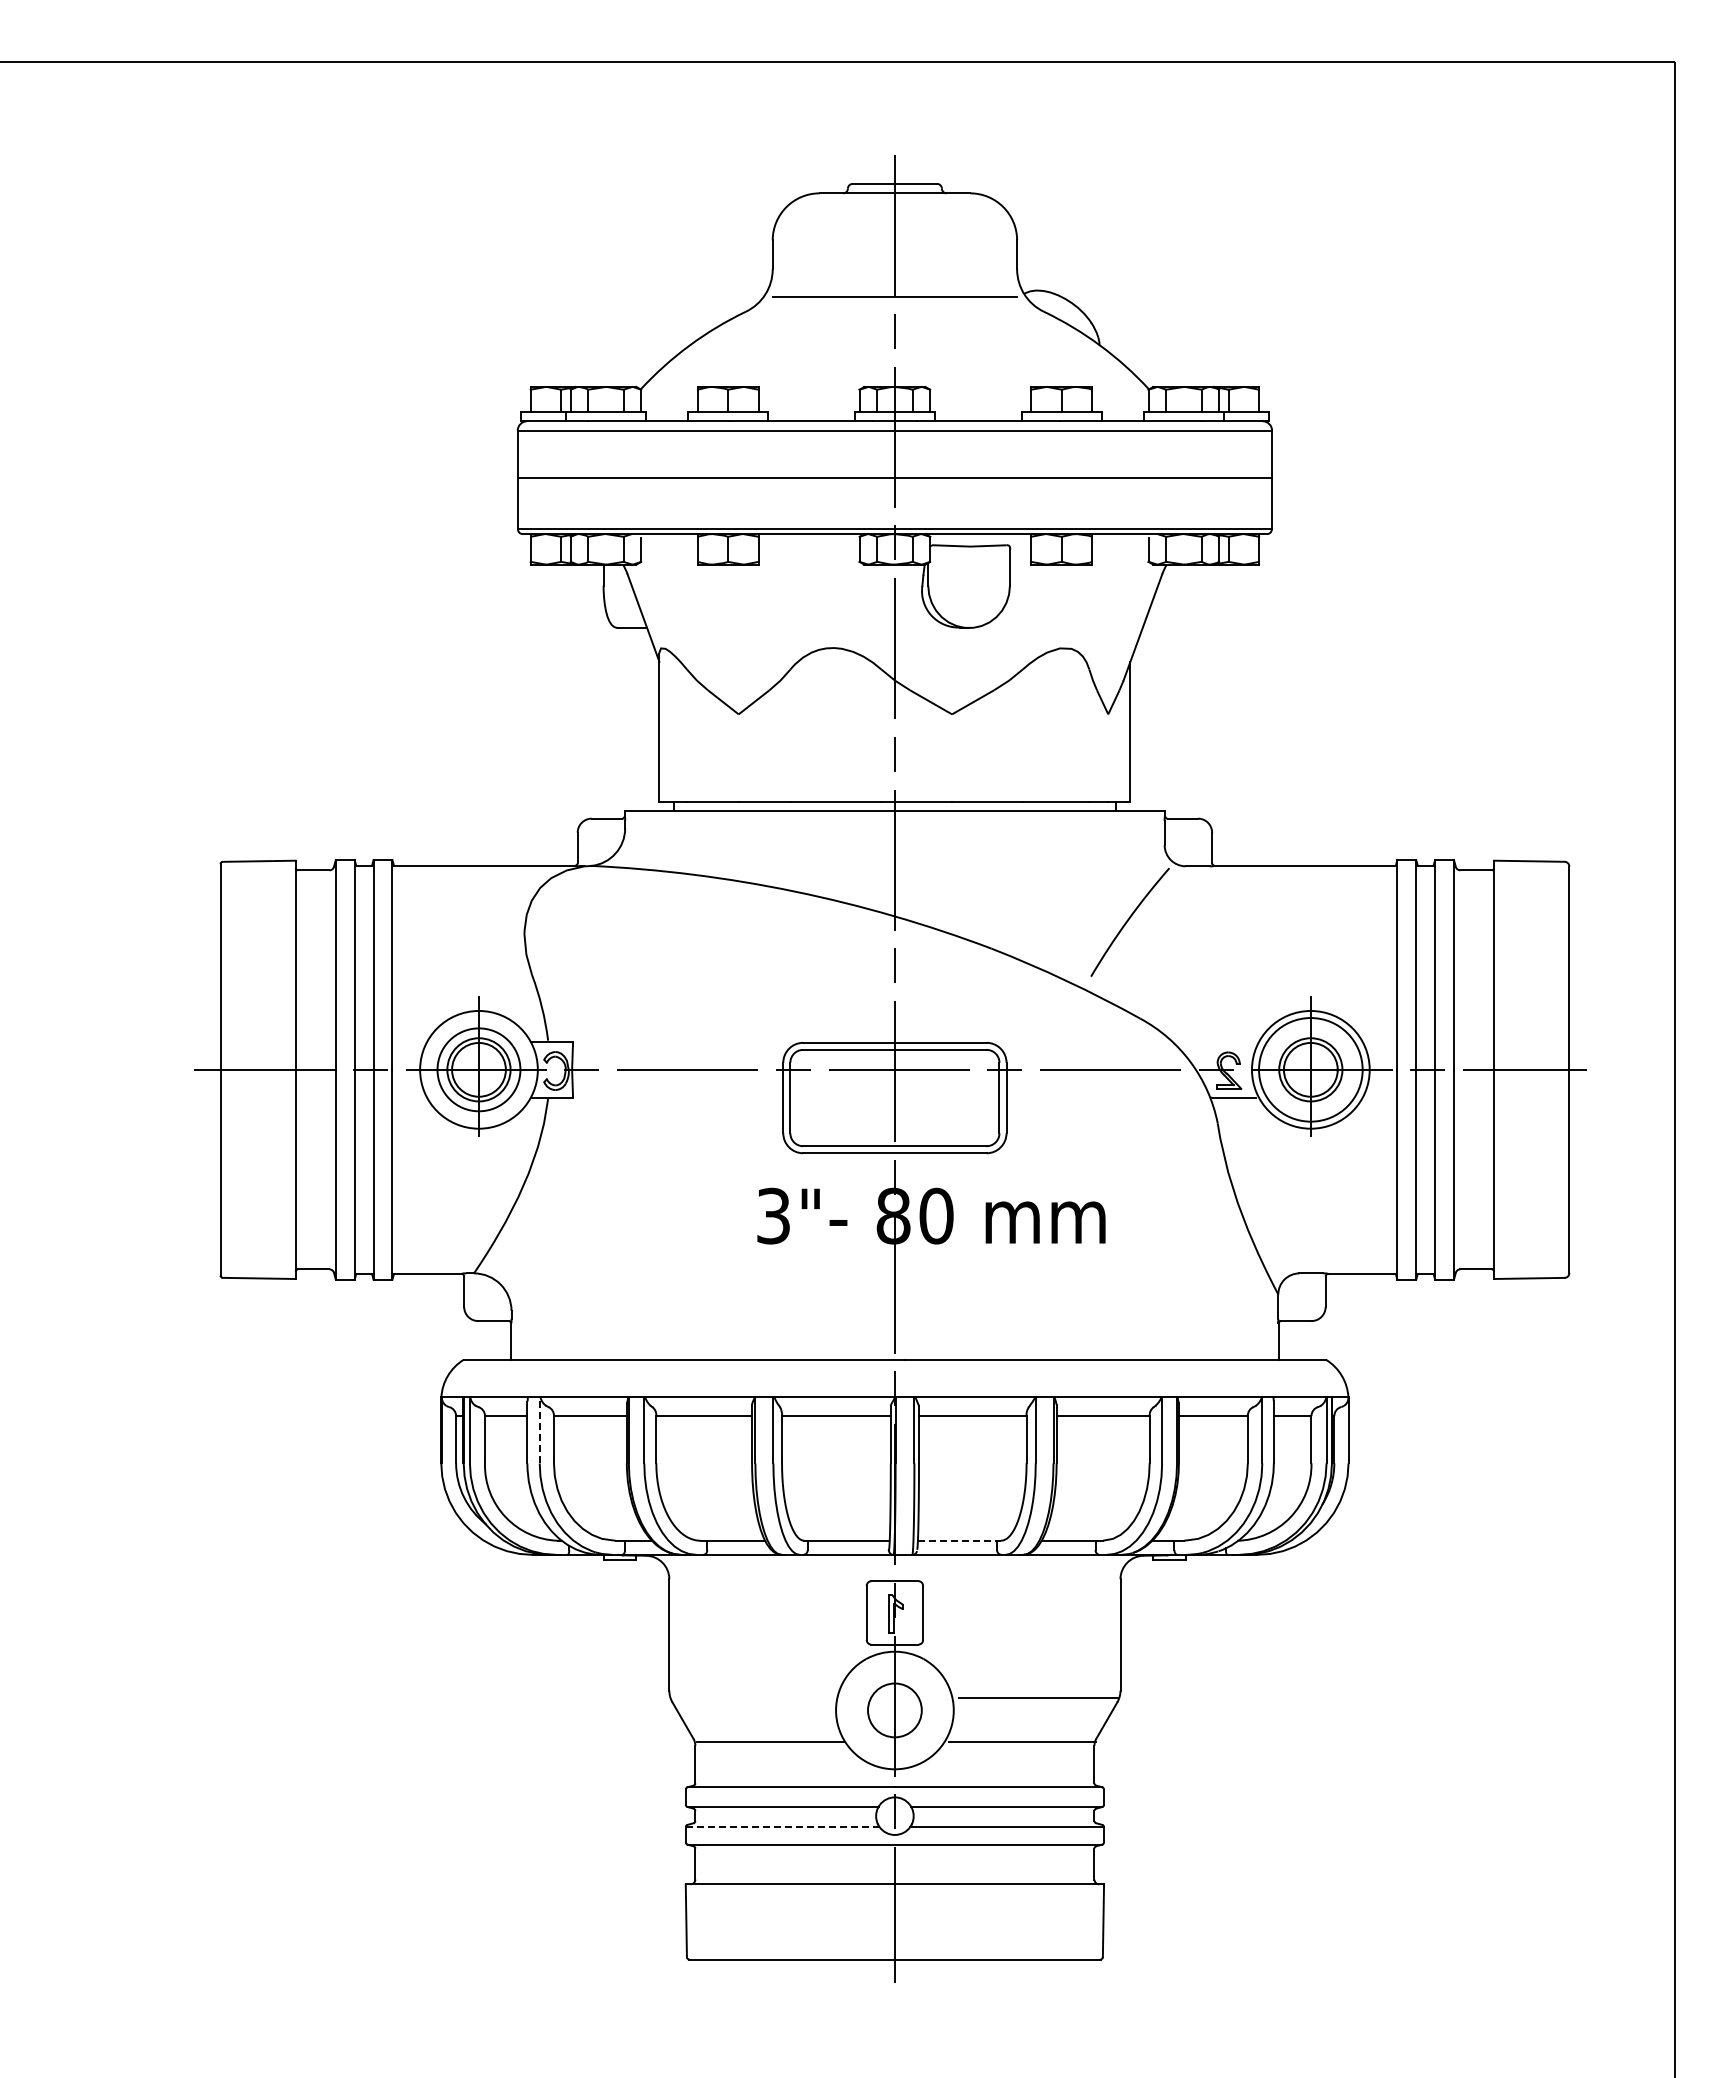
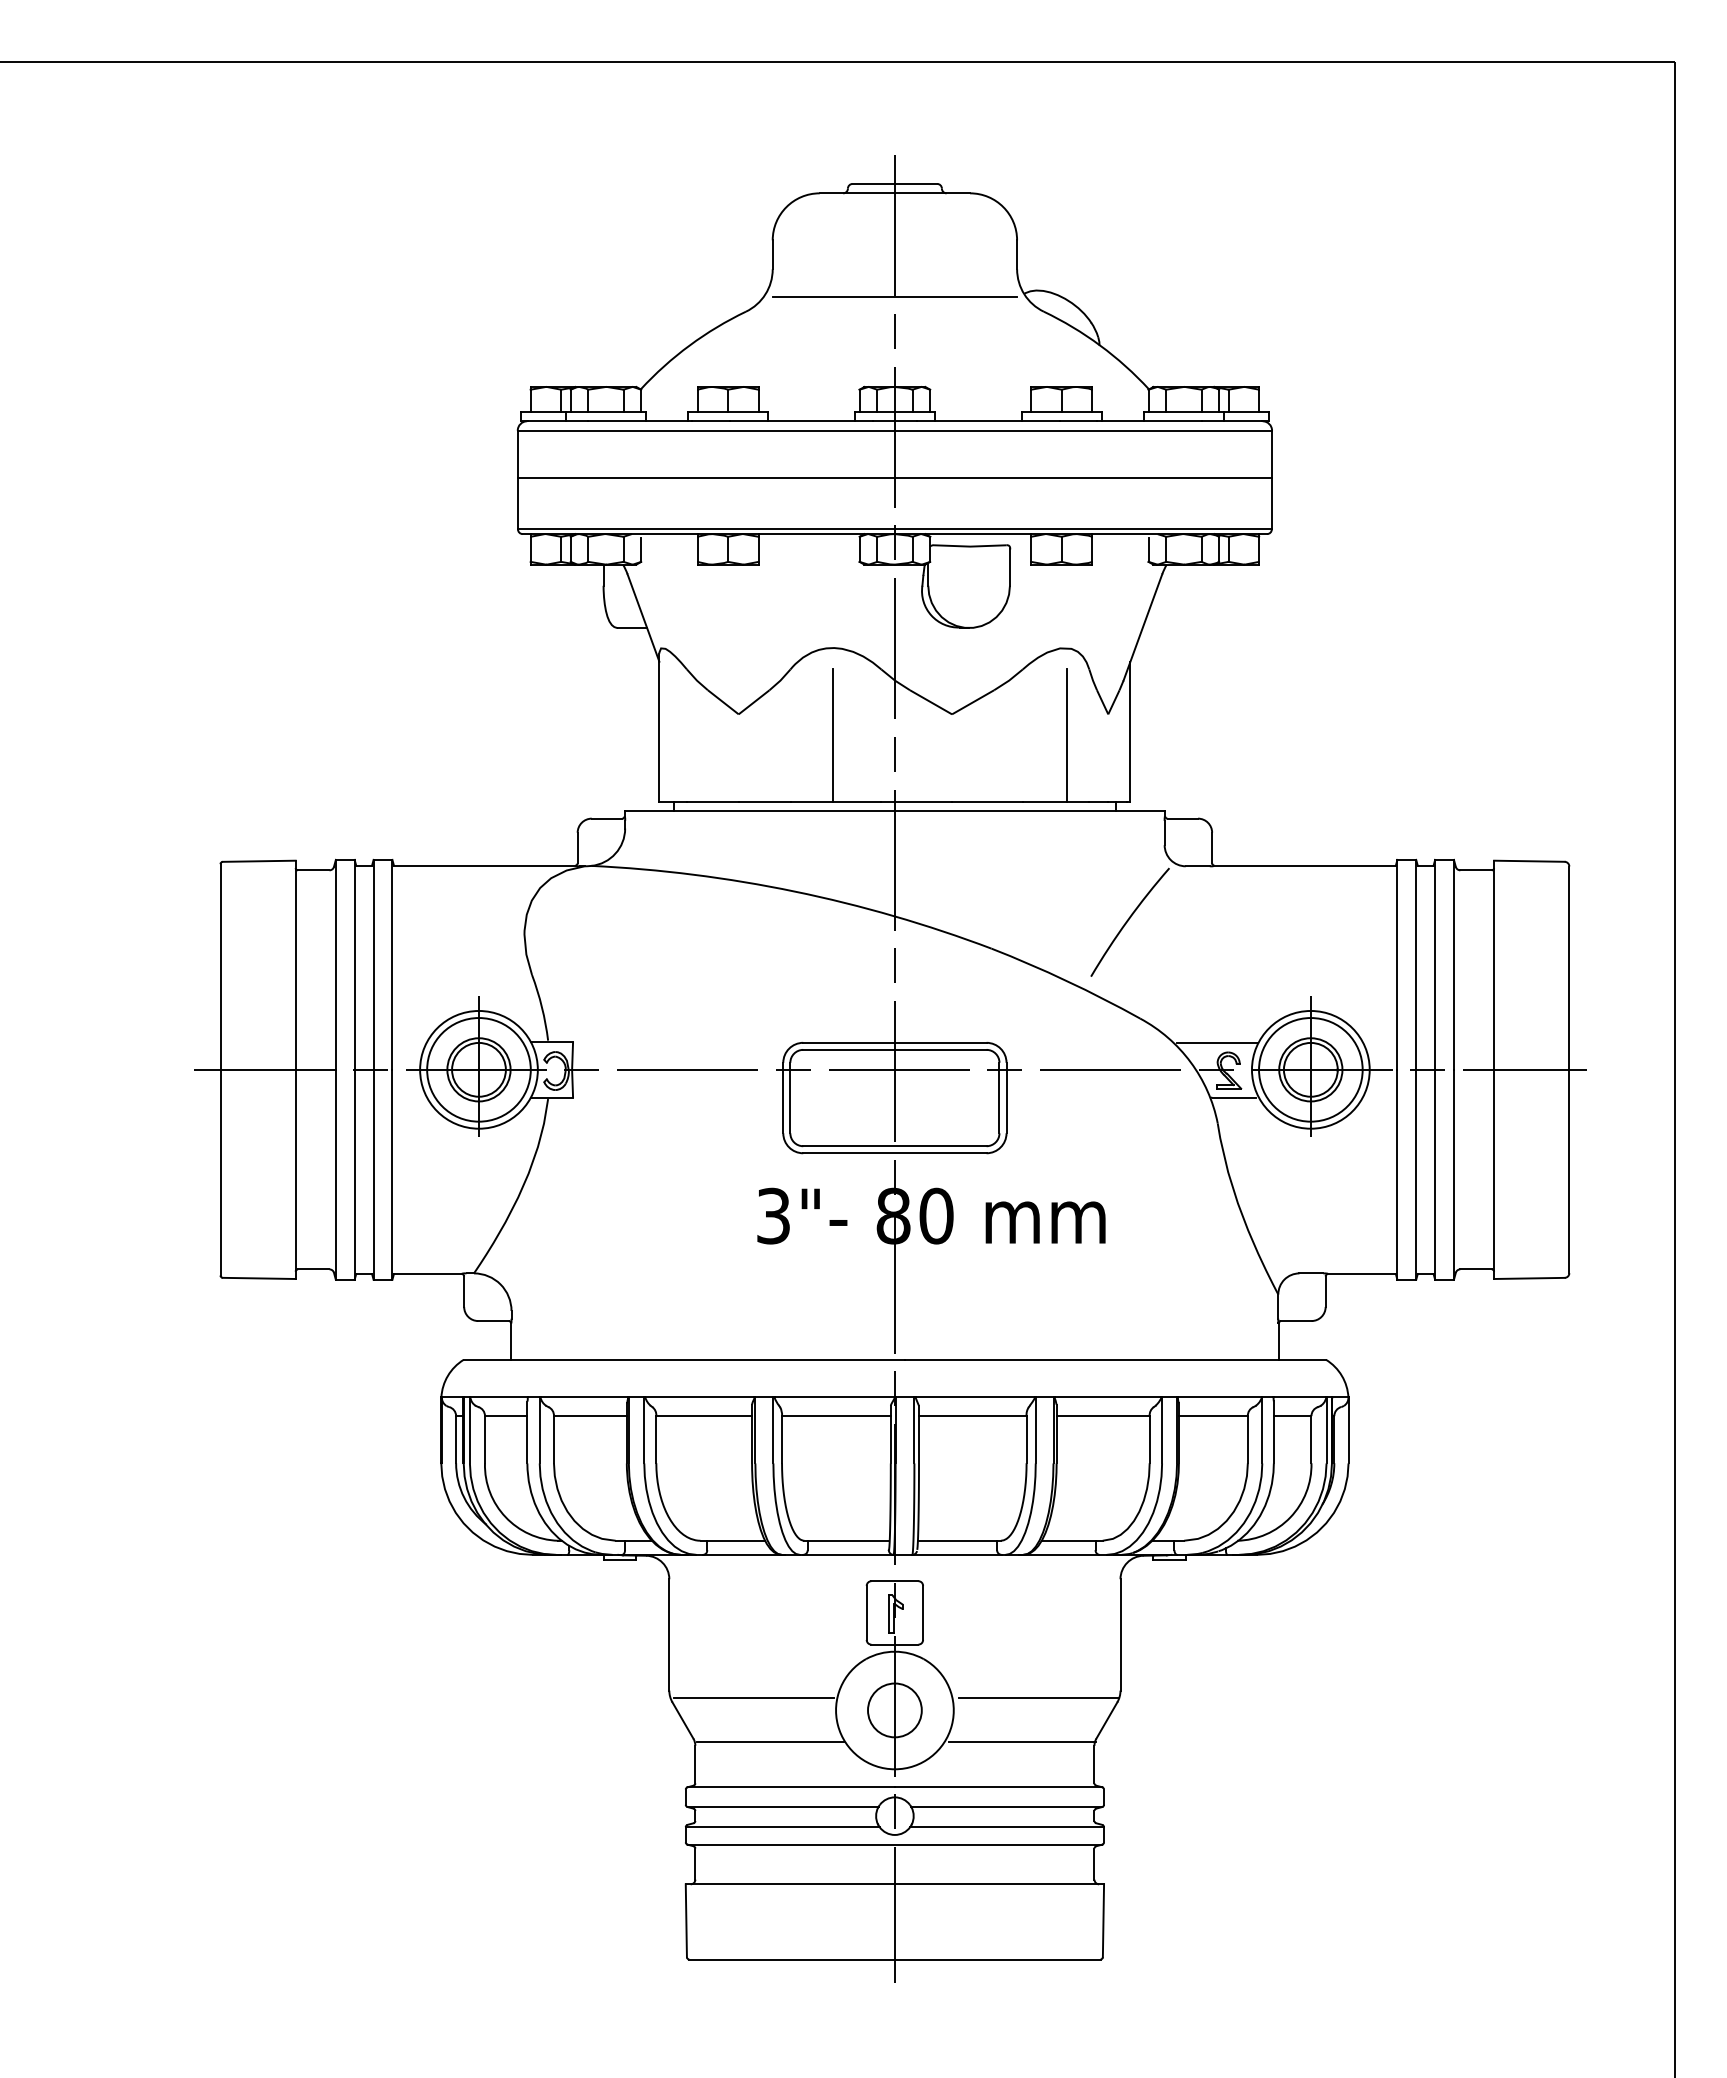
line at (832, 735): none -> present
line at (1067, 735): none -> present
line at (1217, 1042): none -> present
circle at (478, 1069) diameter: 83 px -> 104 px
line at (539, 1429): dashed -> solid
line at (959, 1540): dashed -> solid
line at (754, 1698): none -> present
line at (782, 1827): dashed -> solid
